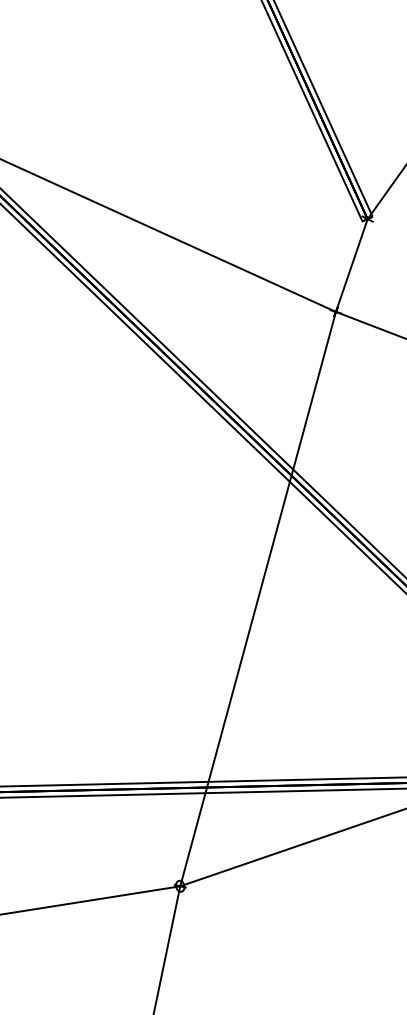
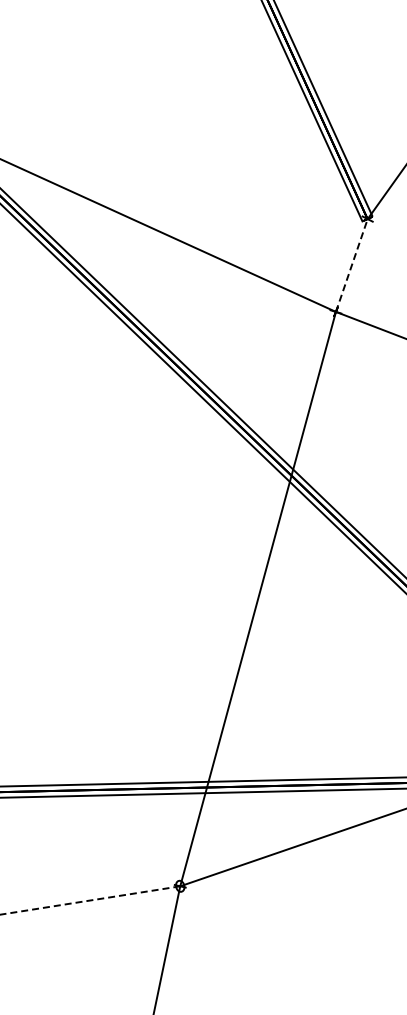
line at (351, 265): solid -> dashed
line at (90, 900): solid -> dashed
